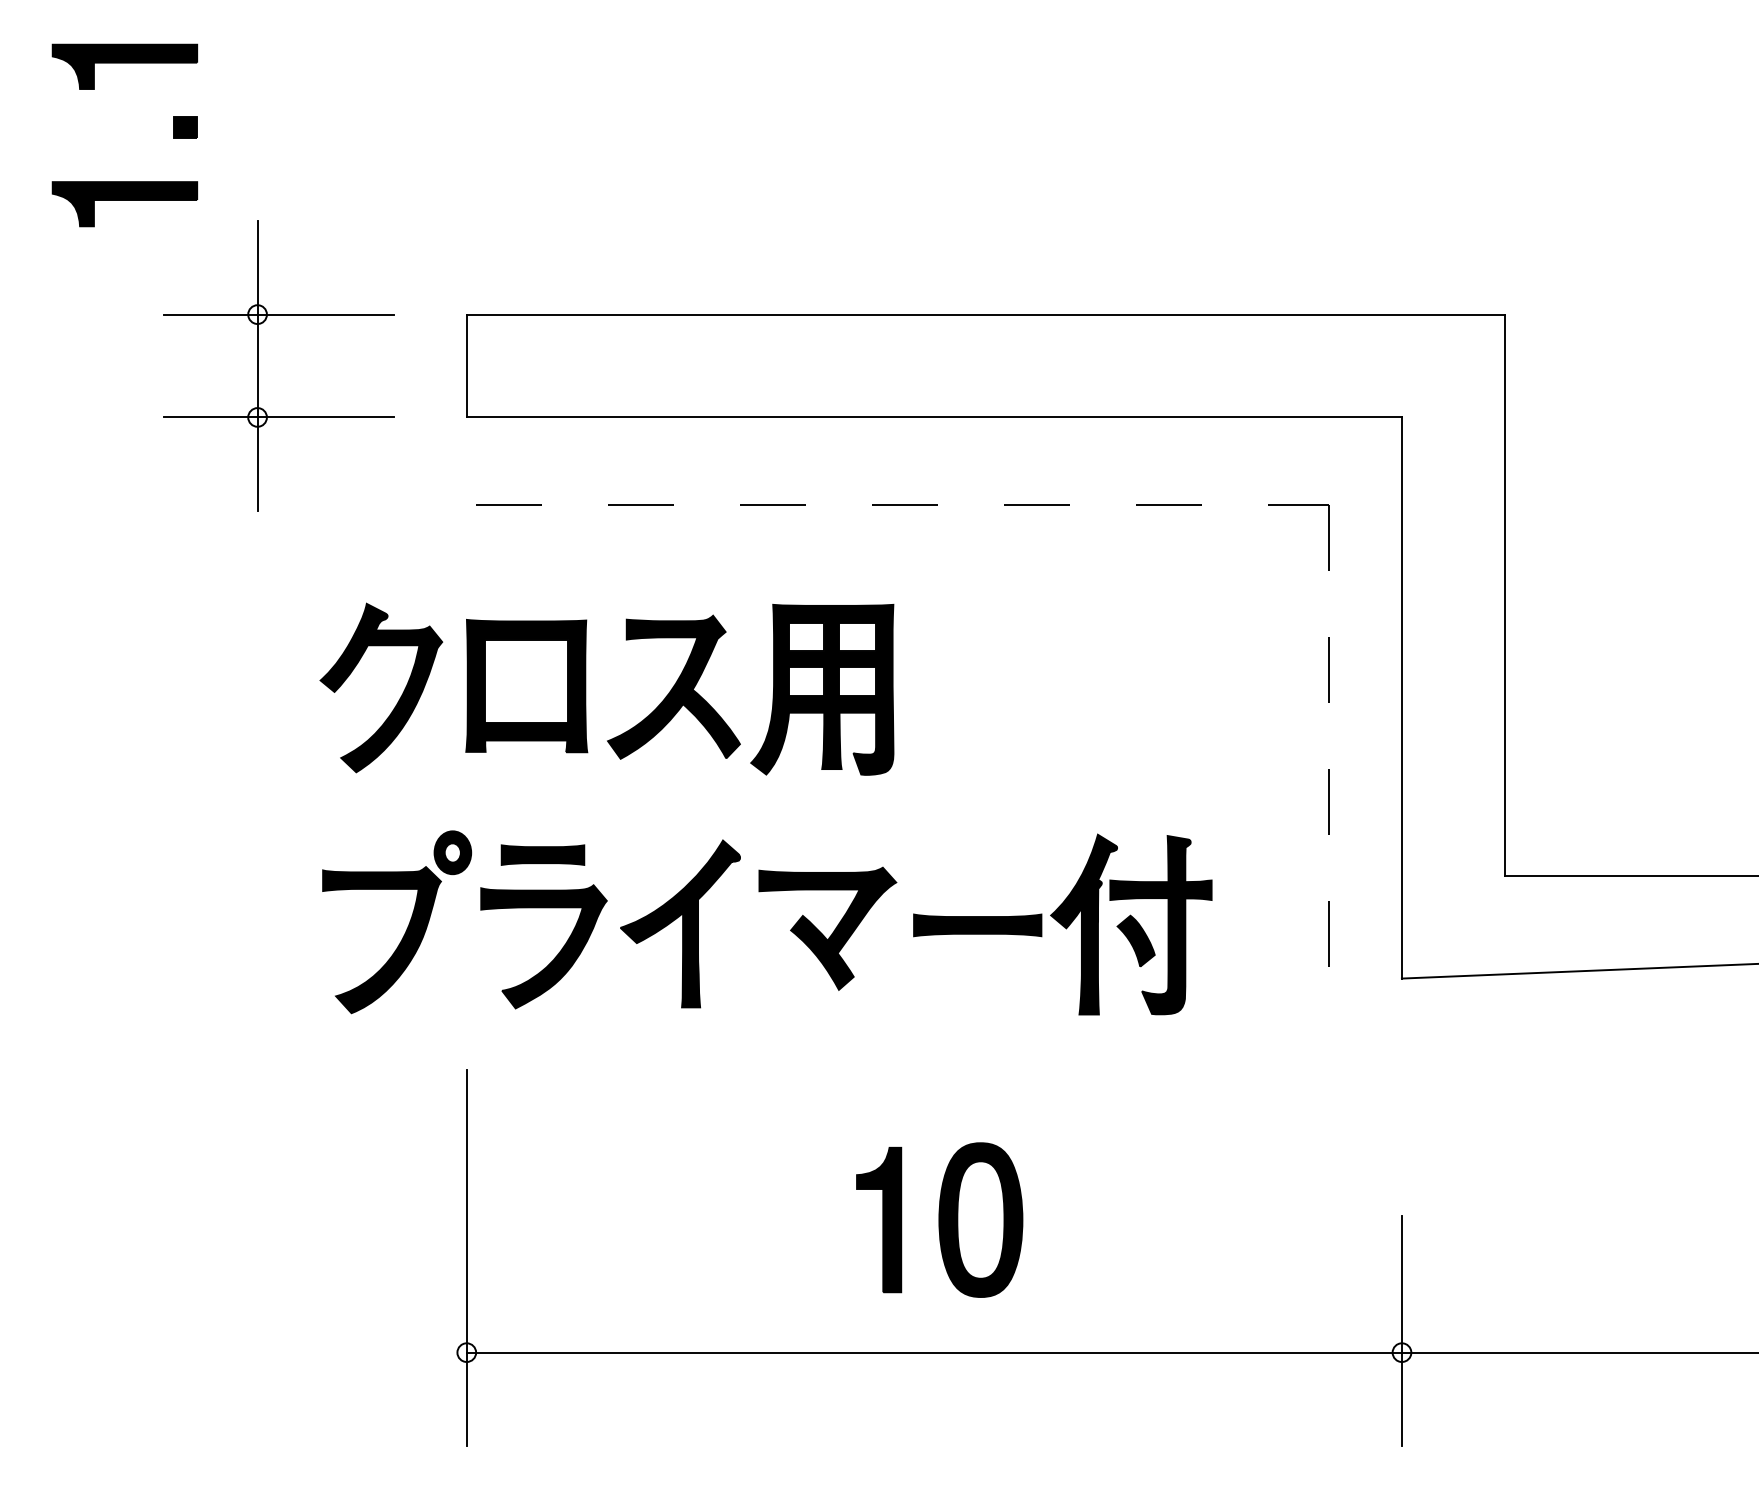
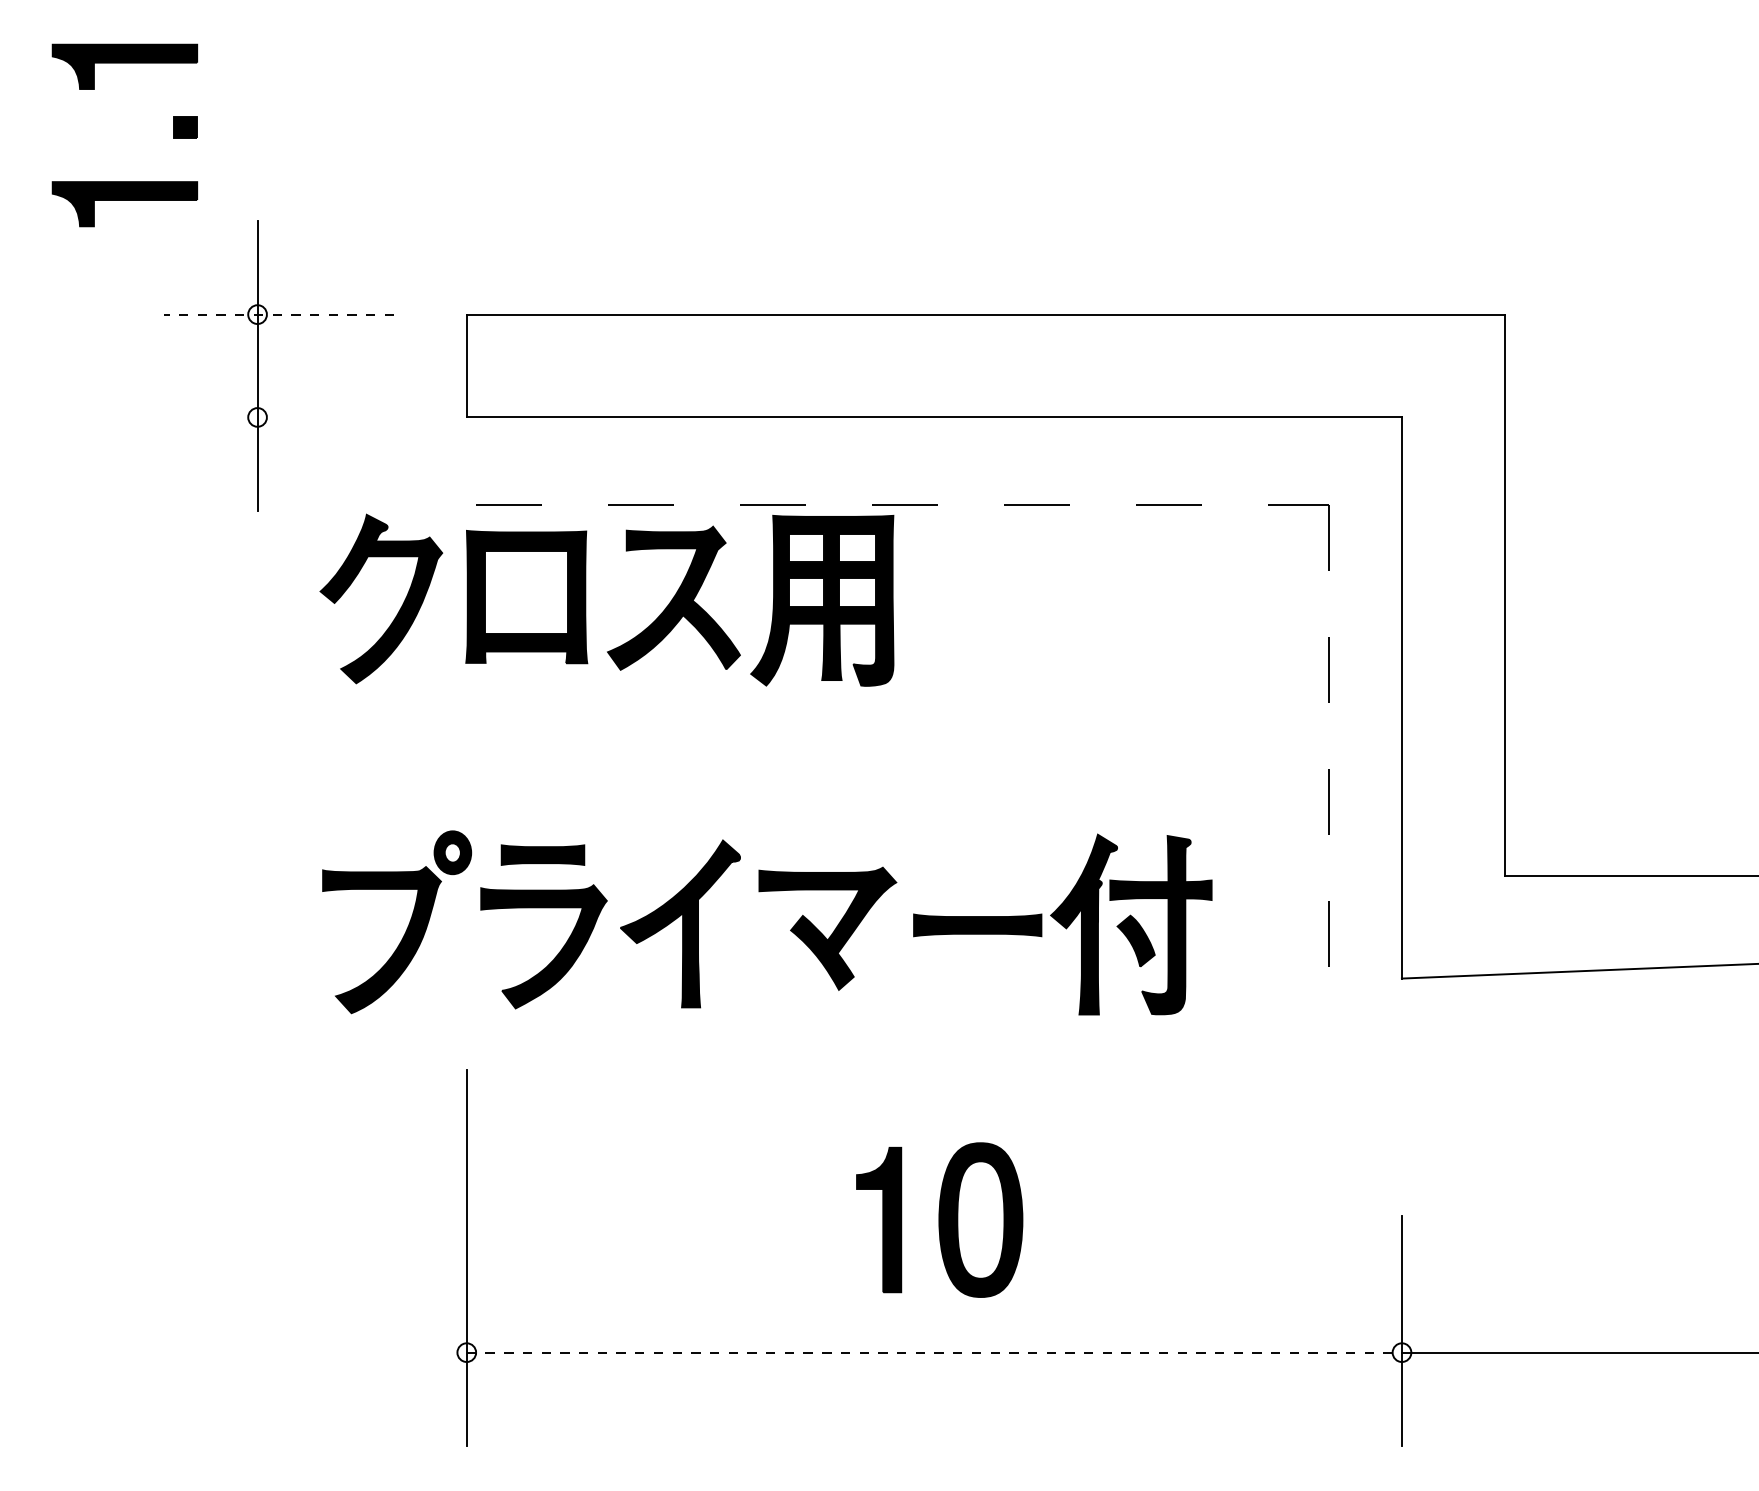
line at (278, 314): solid -> dashed
line at (279, 417): present -> none
part at (586, 688) position: (586, 688) -> (586, 599)
line at (934, 1352): solid -> dashed
